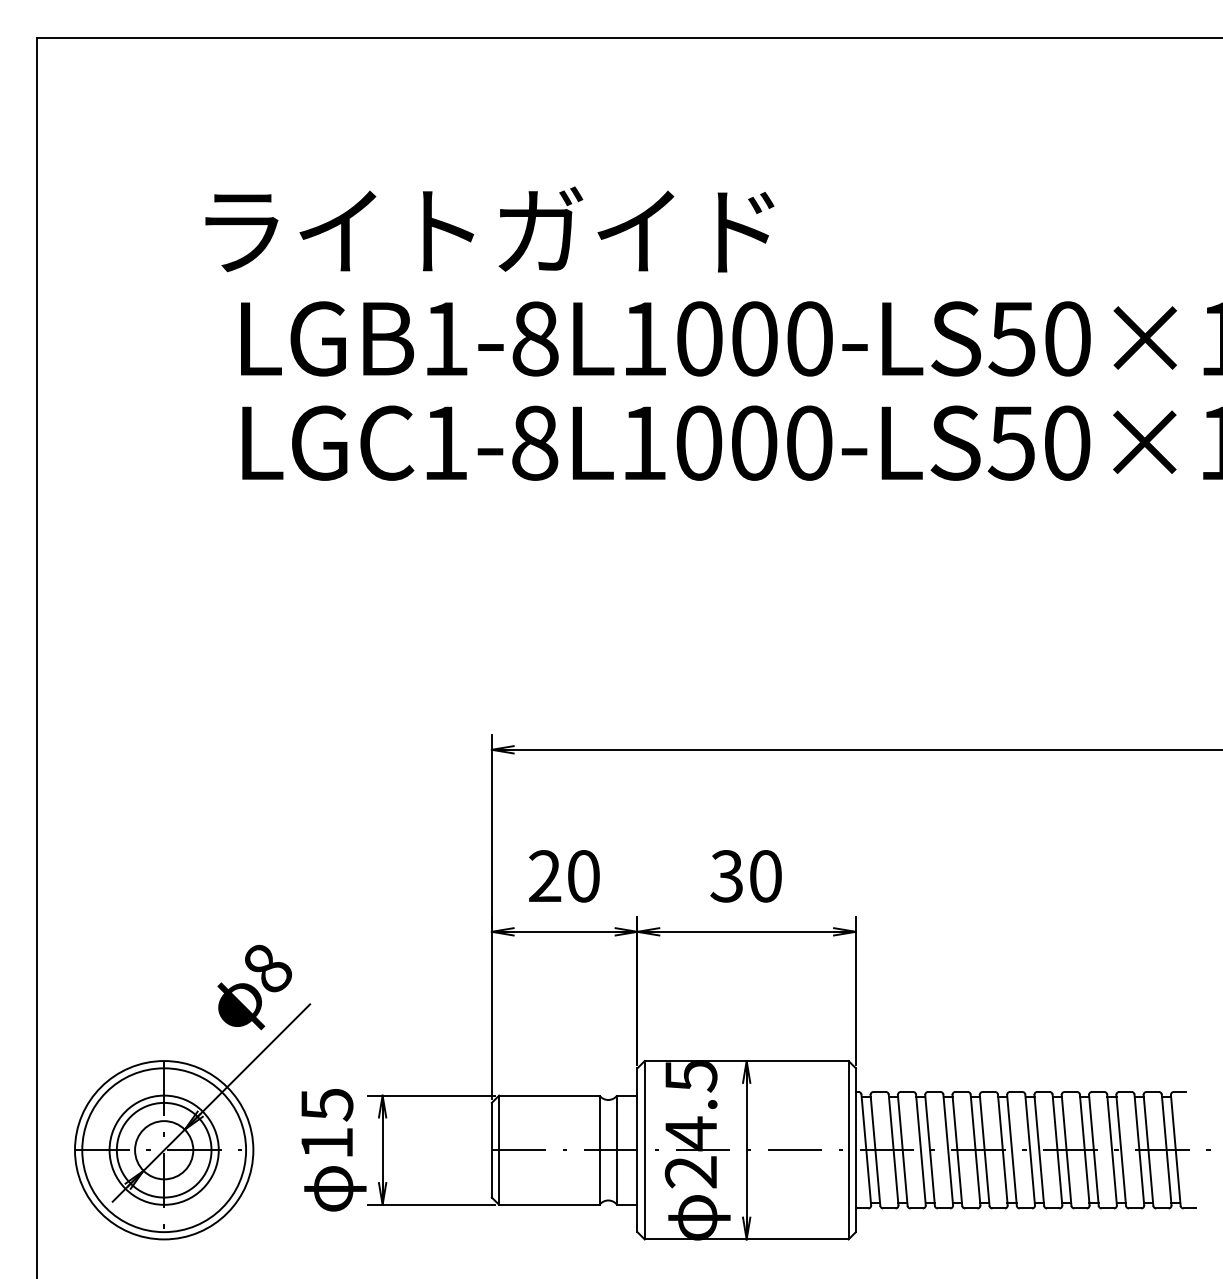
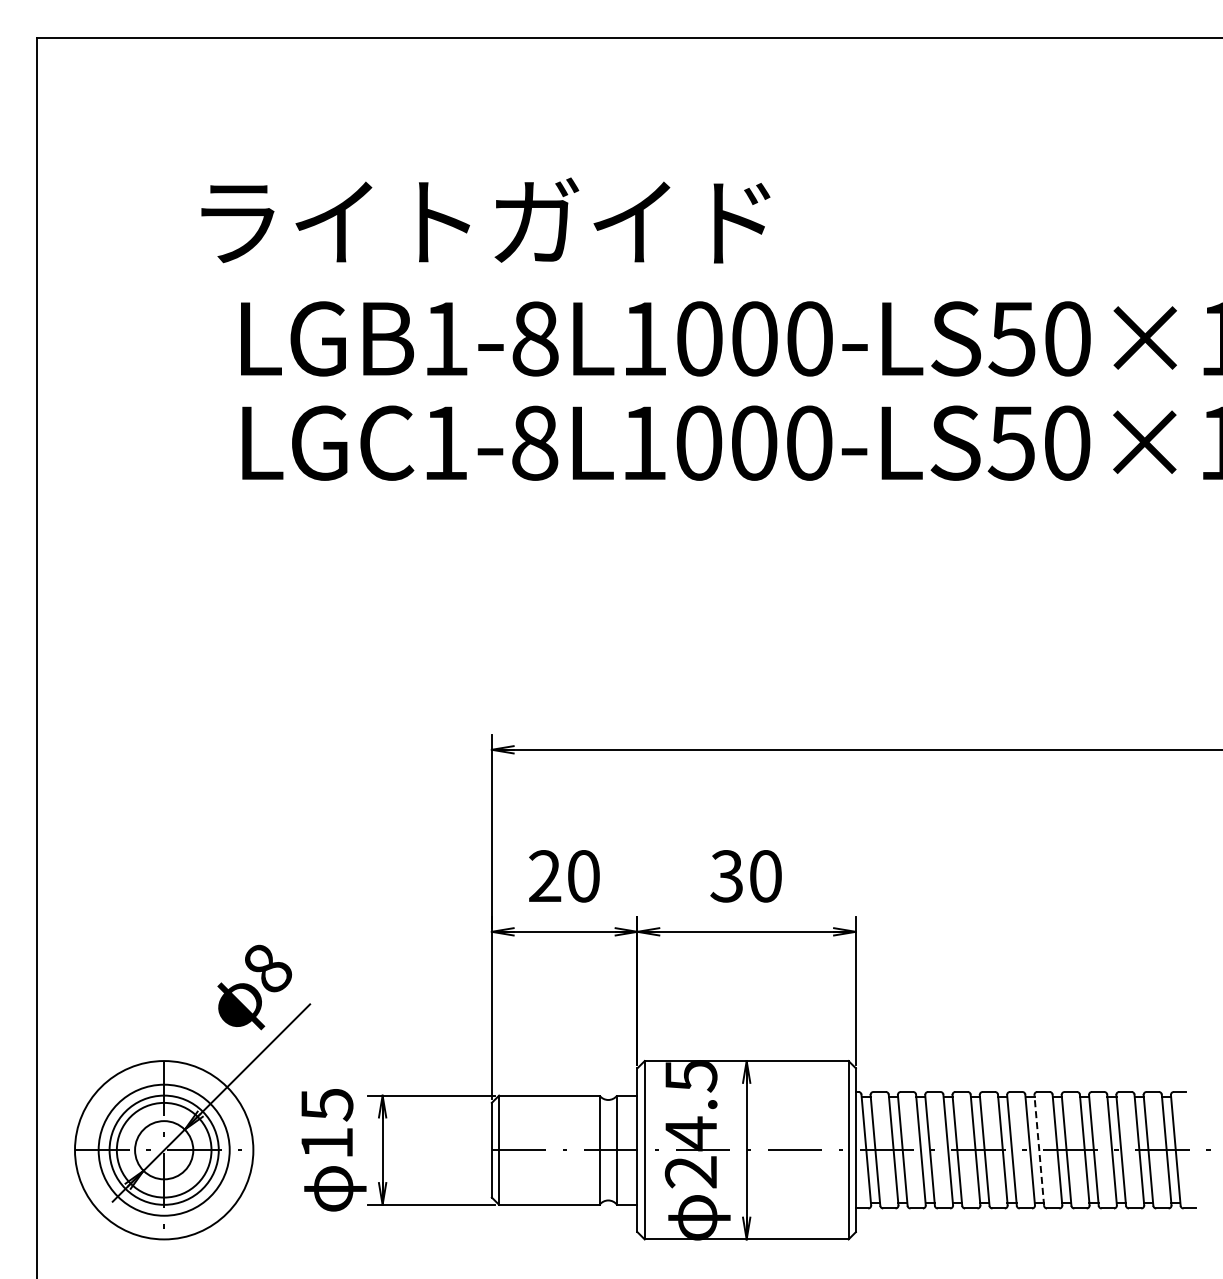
text at (489, 229) position: (489, 229) -> (485, 220)
circle at (164, 1150) diameter: 164 px -> 131 px
line at (1039, 1150): solid -> dashed
